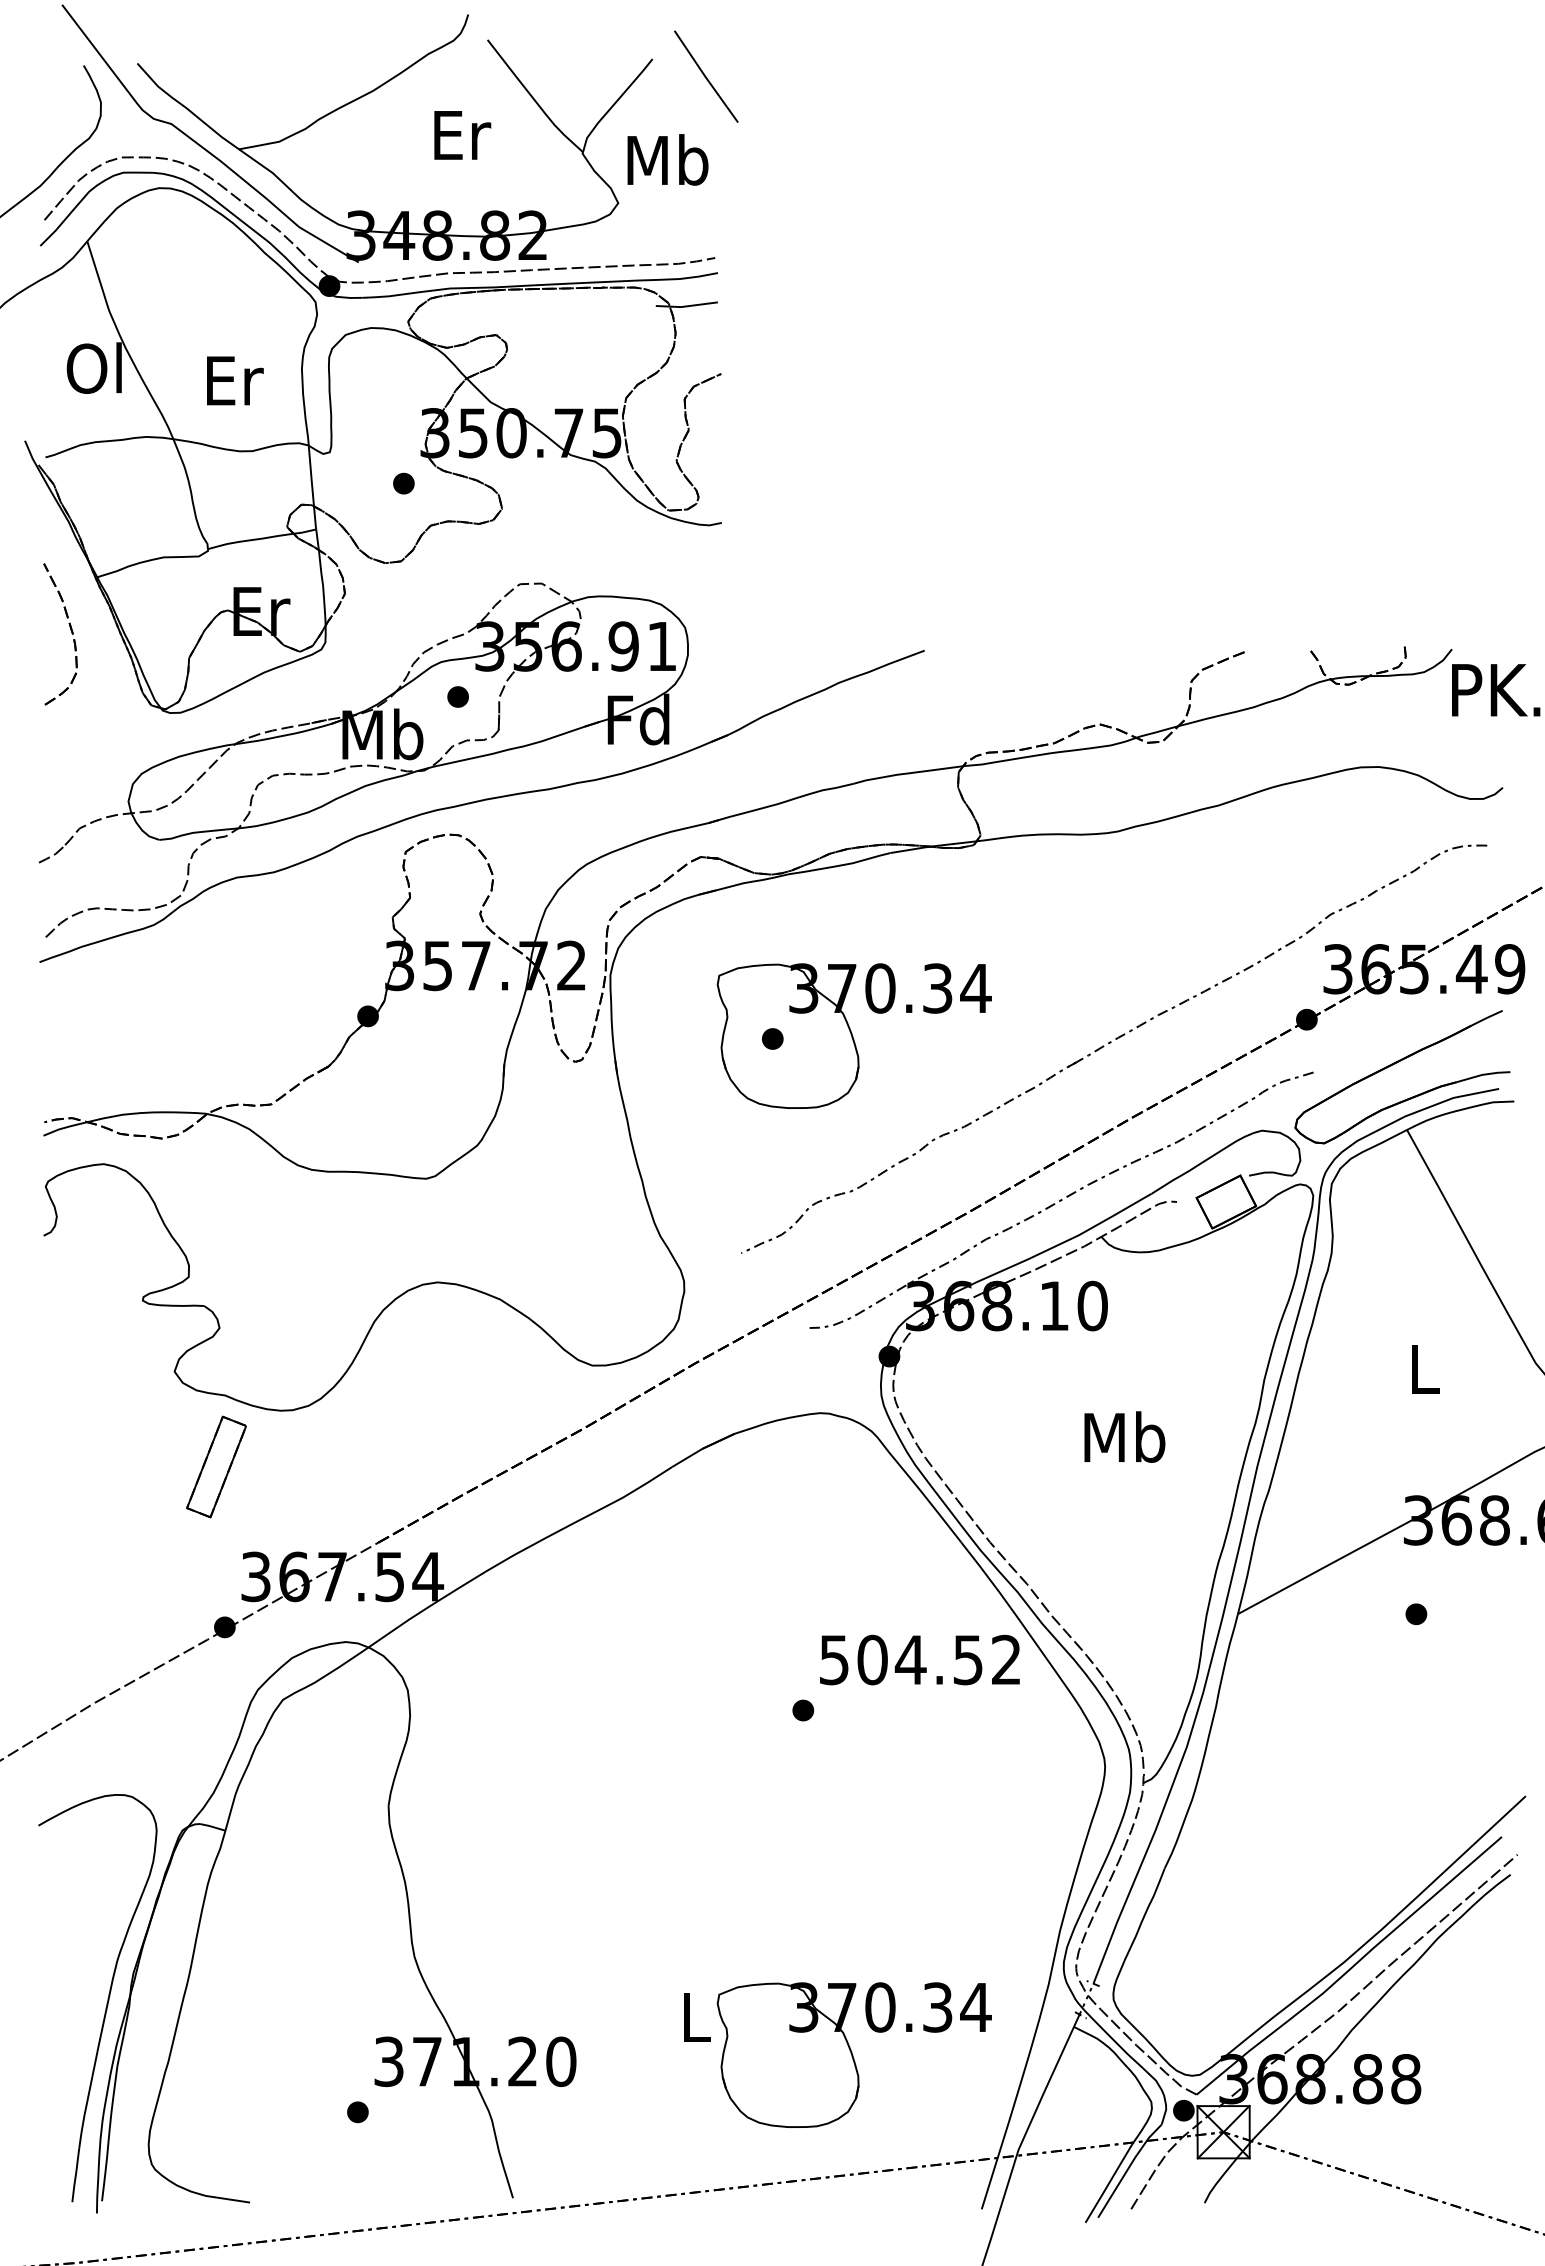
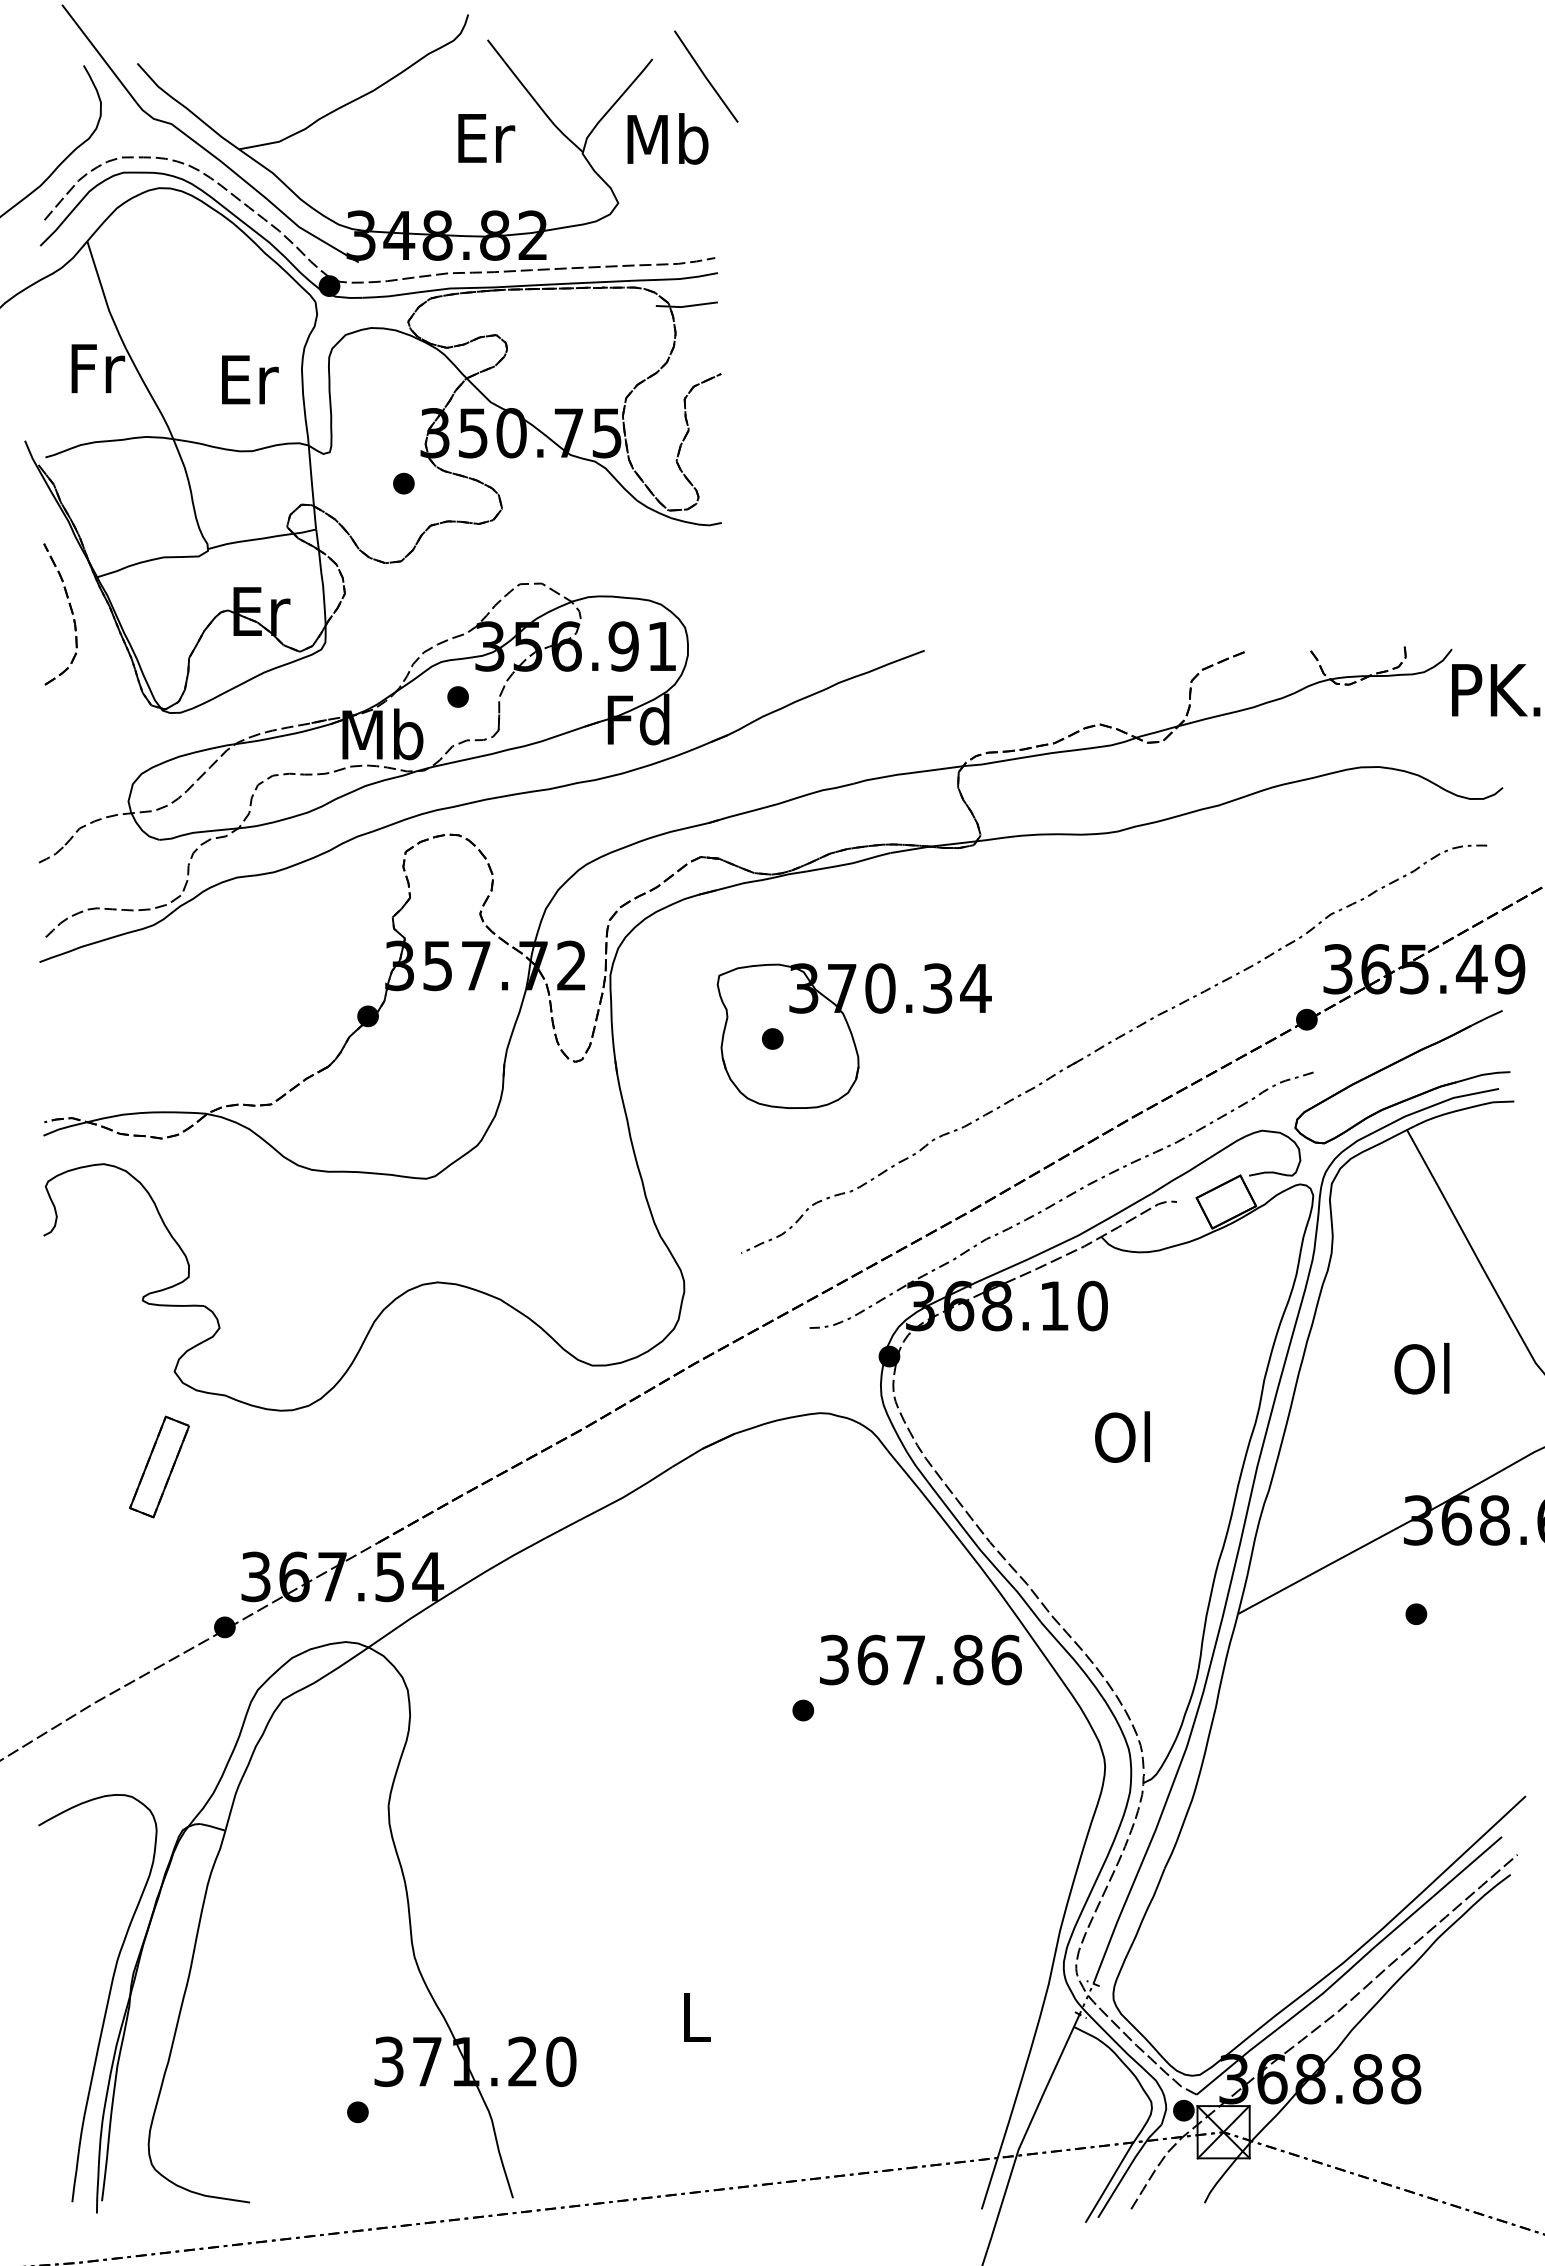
text at (462, 135) position: (462, 135) -> (486, 138)
text at (667, 159) position: (667, 159) -> (667, 138)
text at (95, 367): Ol -> Fr
text at (235, 380) position: (235, 380) -> (250, 379)
part at (70, 630) position: (70, 630) -> (70, 610)
text at (1421, 1368): L -> Ol
text at (1124, 1436): Mb -> Ol
part at (216, 1466) position: (216, 1466) -> (159, 1466)
text at (920, 1659): 504.52 -> 367.86
part at (853, 2054): present -> none
